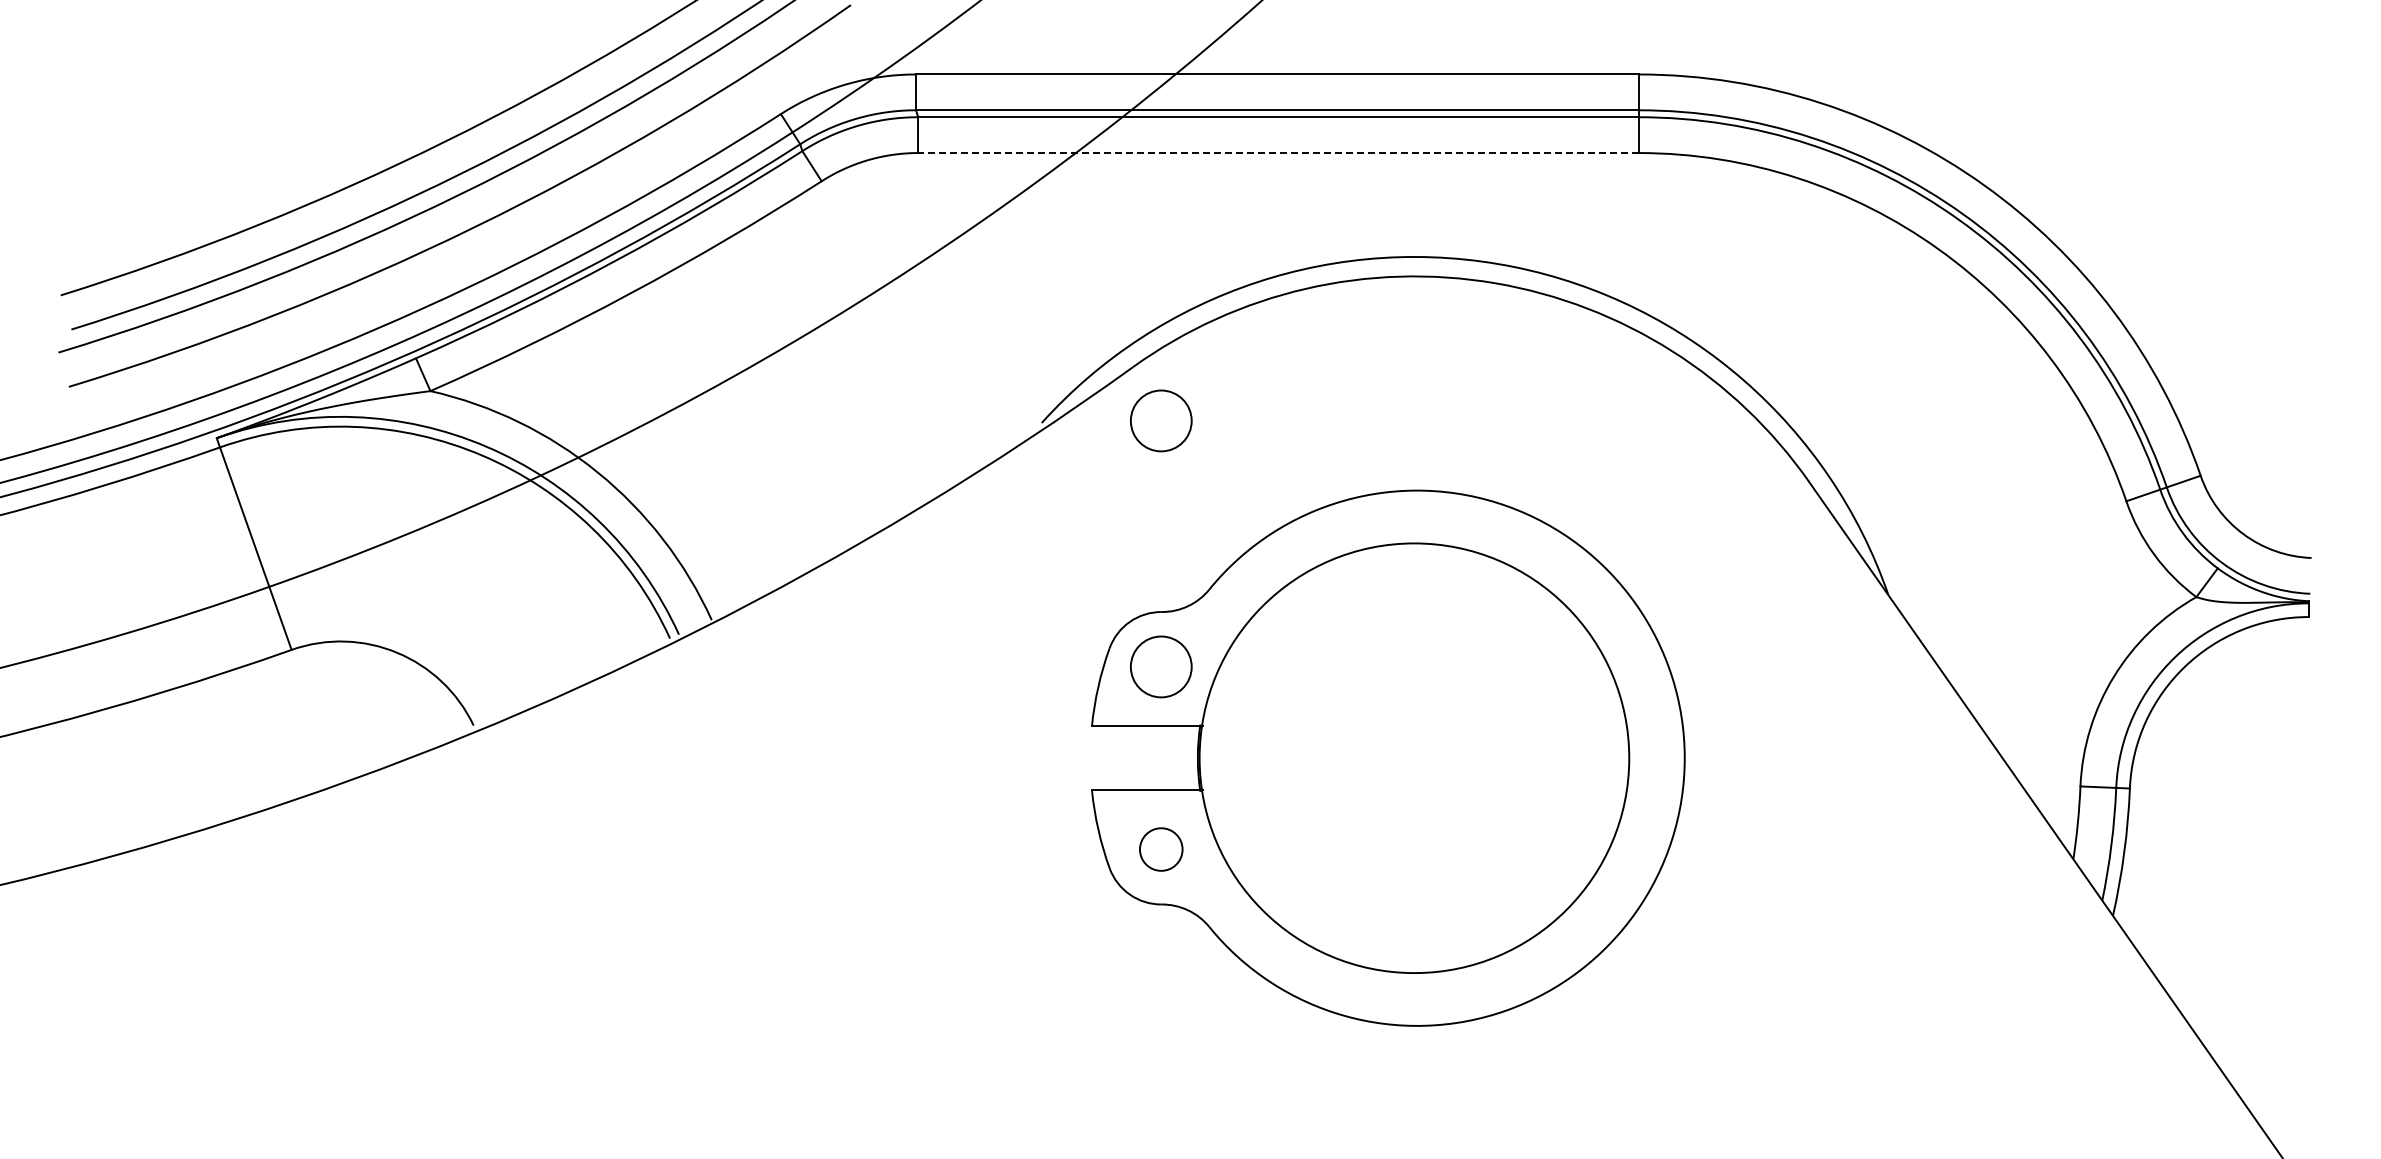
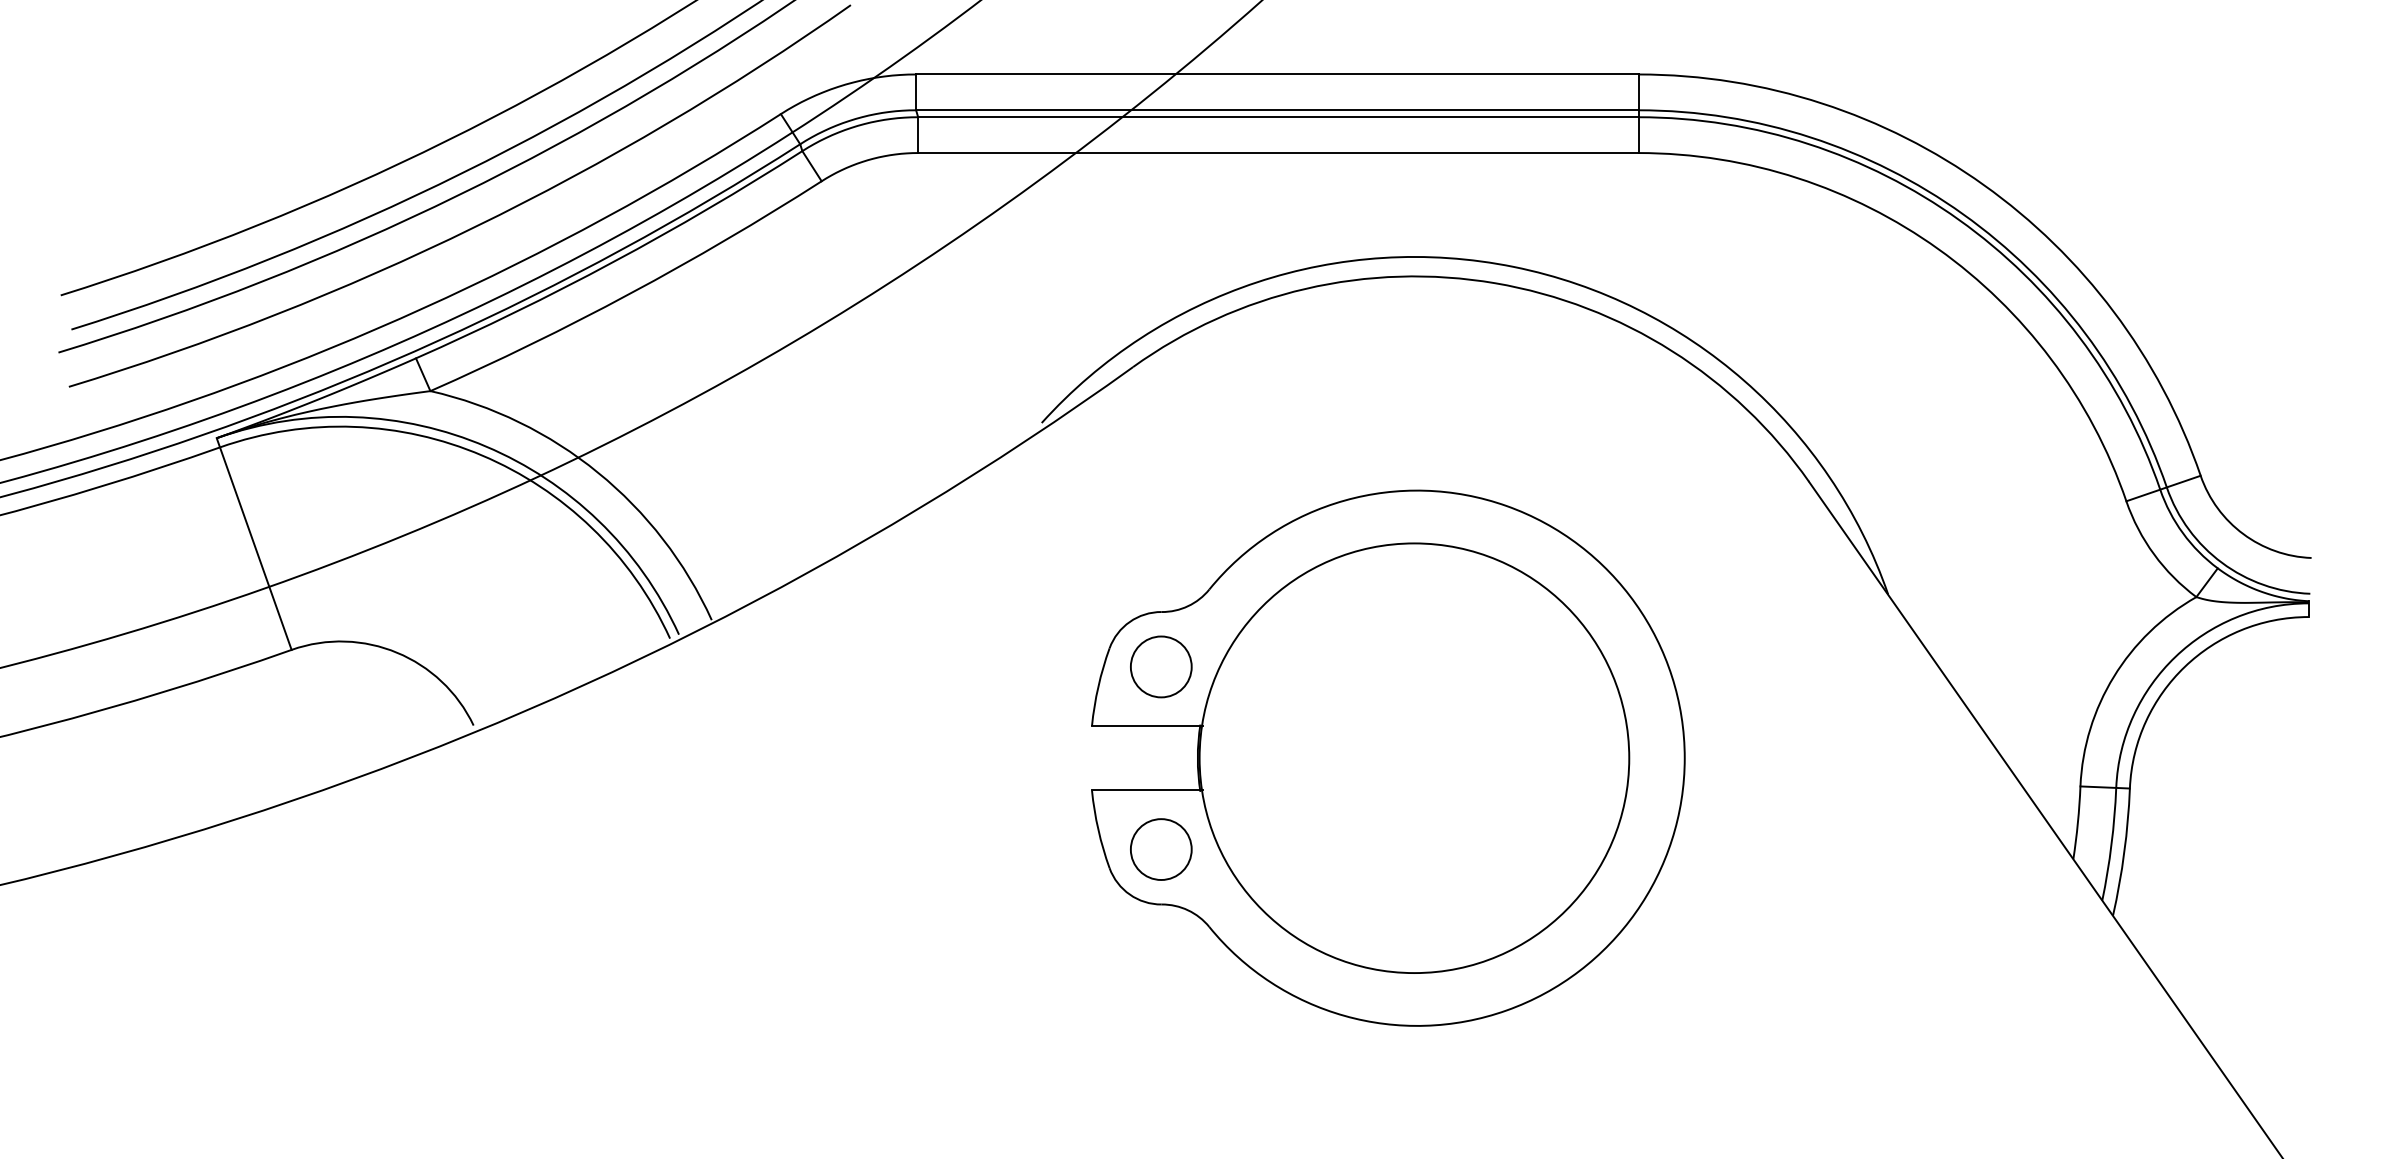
line at (1277, 153): dashed -> solid
circle at (1161, 420): present -> none
circle at (1160, 849) diameter: 43 px -> 61 px
